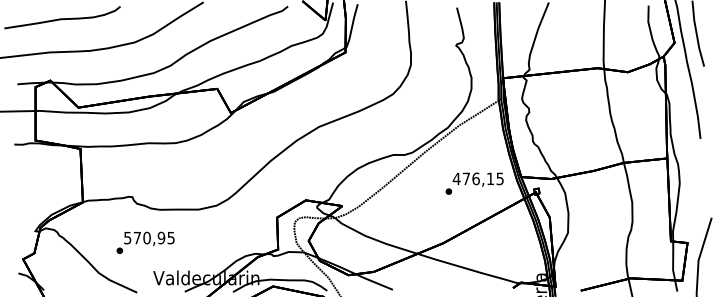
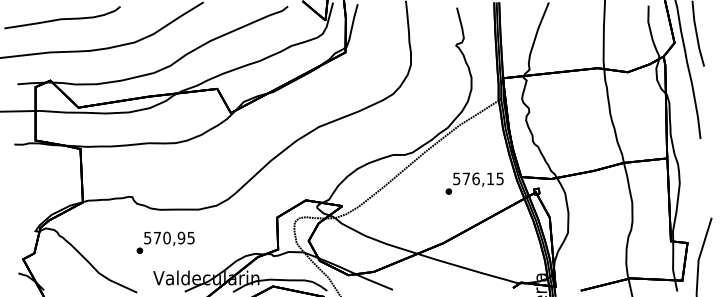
text at (456, 178): 476,15 -> 576,15
text at (145, 242) position: (145, 242) -> (165, 242)
